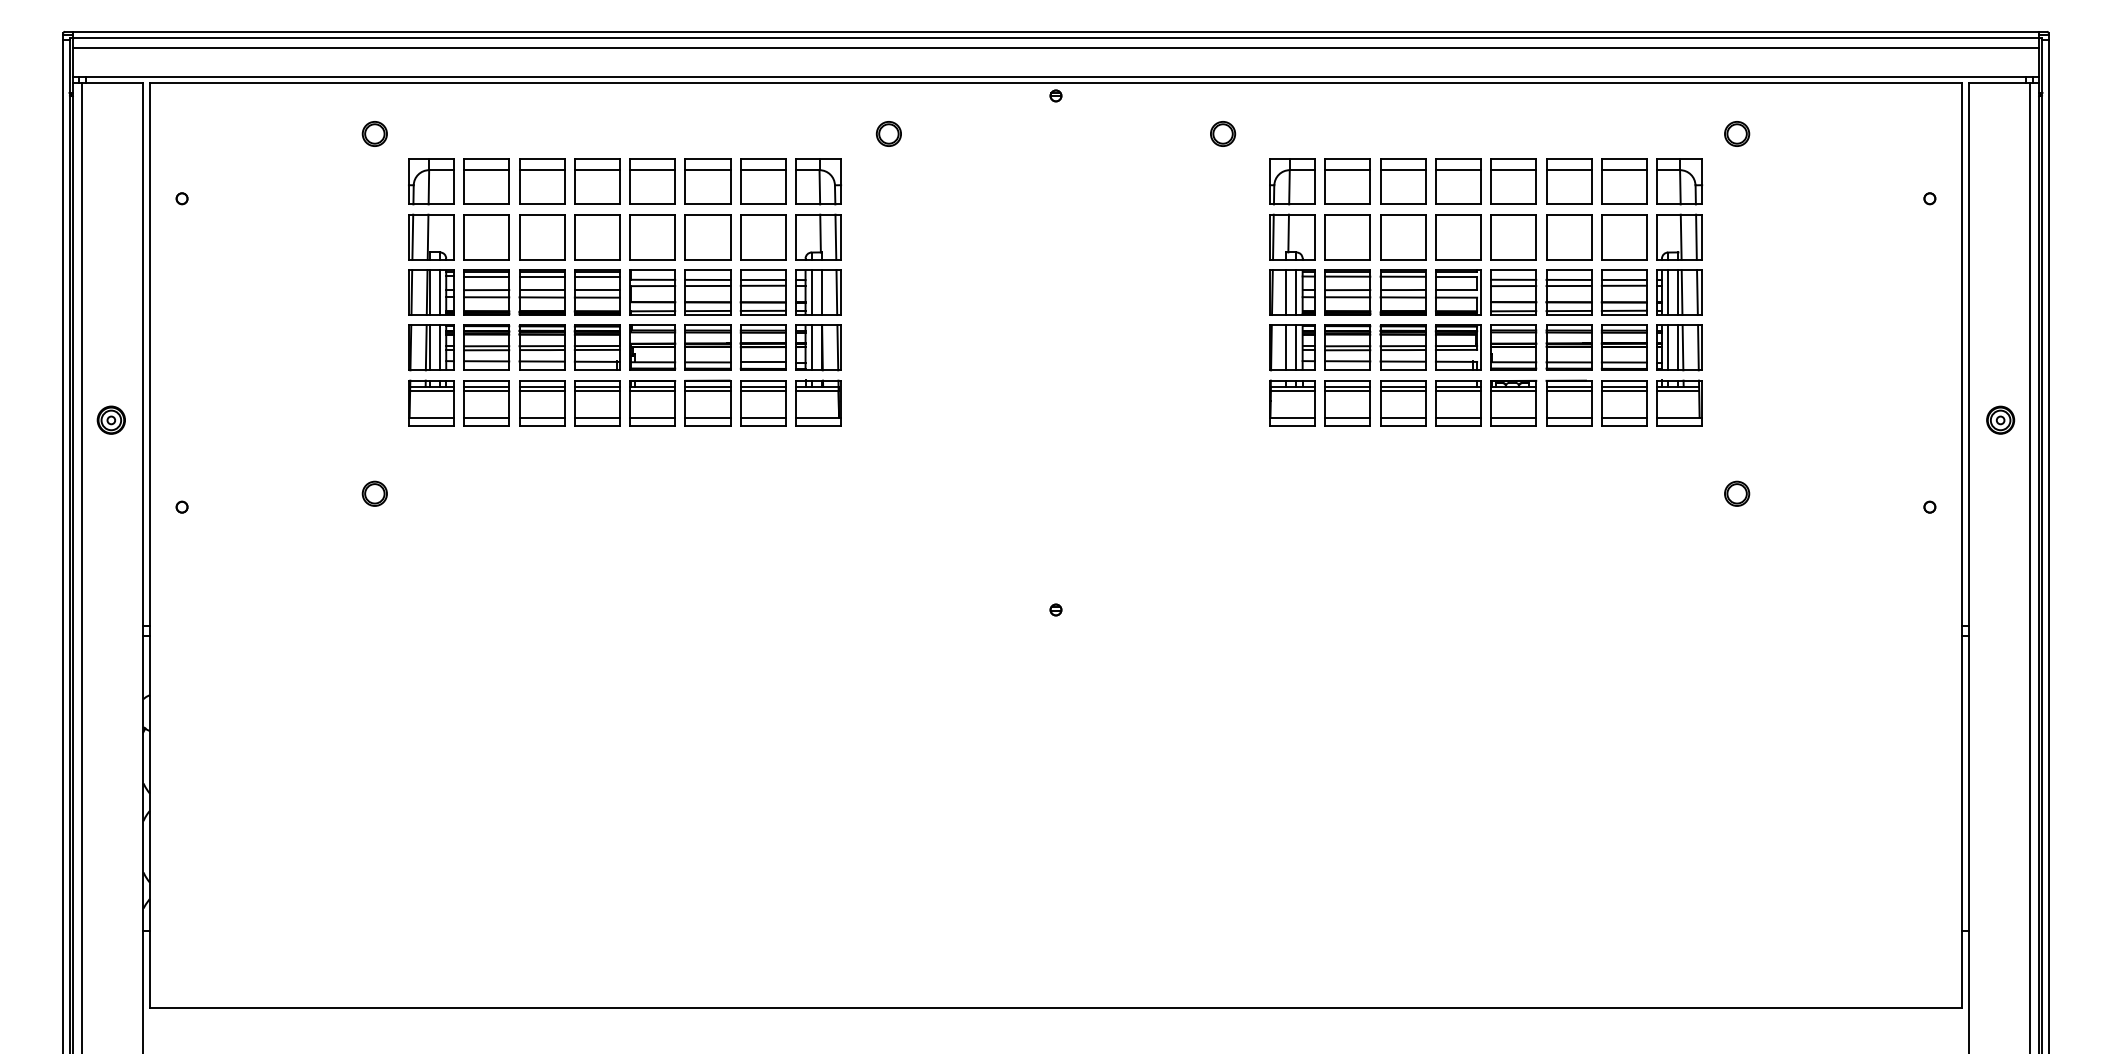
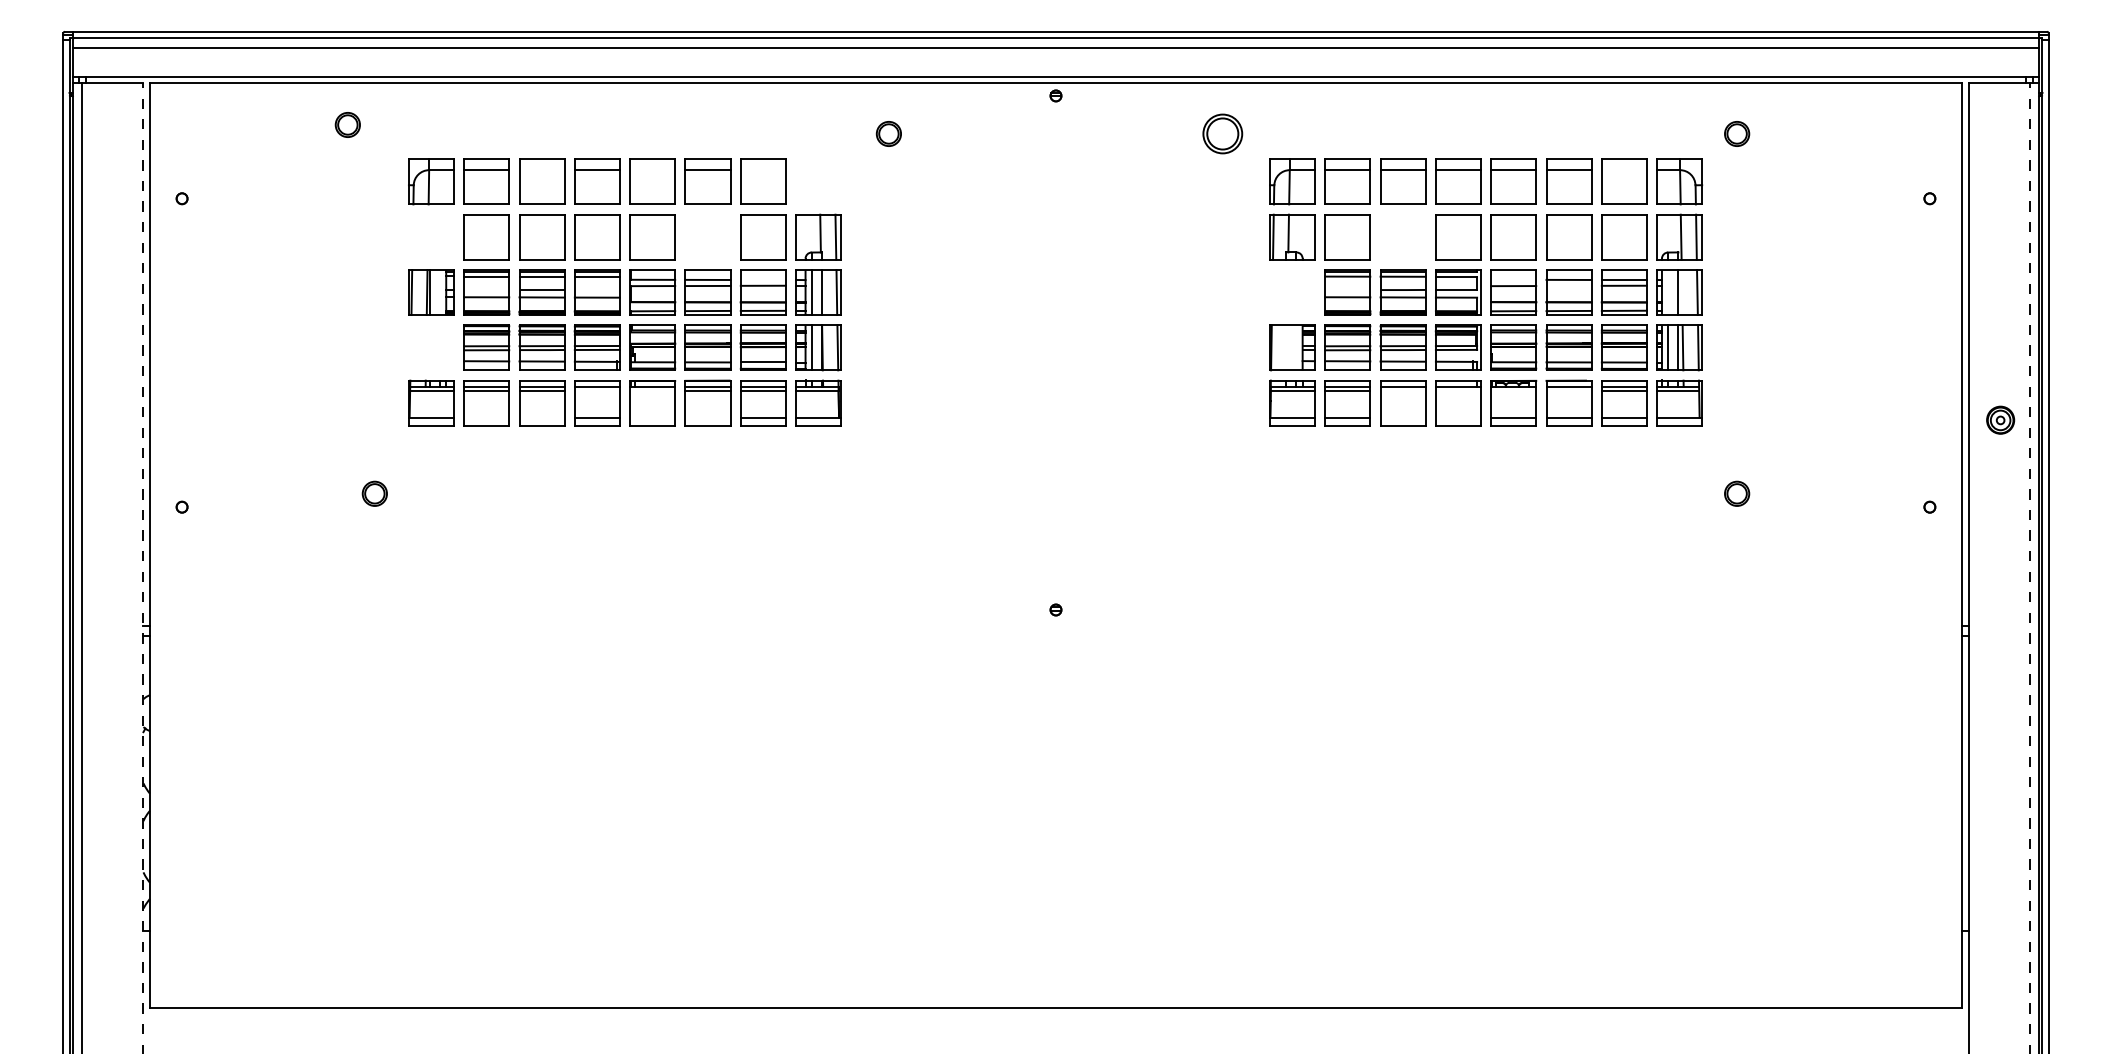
part at (374, 133) position: (374, 133) -> (347, 124)
part at (1223, 133) size: 27x26 px -> 42x42 px
line at (541, 170): present -> none
line at (652, 170): present -> none
line at (762, 170): present -> none
line at (1623, 170): present -> none
part at (818, 181): present -> none
part at (431, 236): present -> none
part at (707, 237): present -> none
part at (1403, 237): present -> none
line at (762, 279): present -> none
line at (1513, 279): present -> none
line at (1568, 285): present -> none
line at (596, 289): present -> none
line at (486, 290): present -> none
line at (1347, 290): present -> none
line at (440, 292): present -> none
part at (1292, 292): present -> none
line at (1668, 292): present -> none
line at (1681, 292): present -> none
part at (431, 347): present -> none
line at (1286, 347): present -> none
line at (1296, 347): present -> none
line at (596, 391): present -> none
line at (652, 391): present -> none
line at (1402, 391): present -> none
line at (1457, 391): present -> none
line at (1513, 391): present -> none
line at (1568, 391): present -> none
line at (486, 417): present -> none
line at (541, 417): present -> none
line at (652, 417): present -> none
line at (707, 417): present -> none
line at (1402, 417): present -> none
line at (1457, 417): present -> none
part at (110, 419): present -> none
line at (143, 567): solid -> dashed
line at (2029, 567): solid -> dashed
